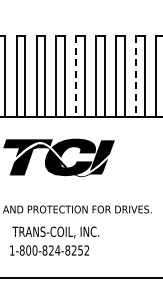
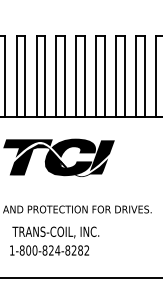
line at (76, 76): dashed -> solid
line at (136, 76): dashed -> solid
text at (80, 250): 1-800-824-8252 -> 1-800-824-8282
